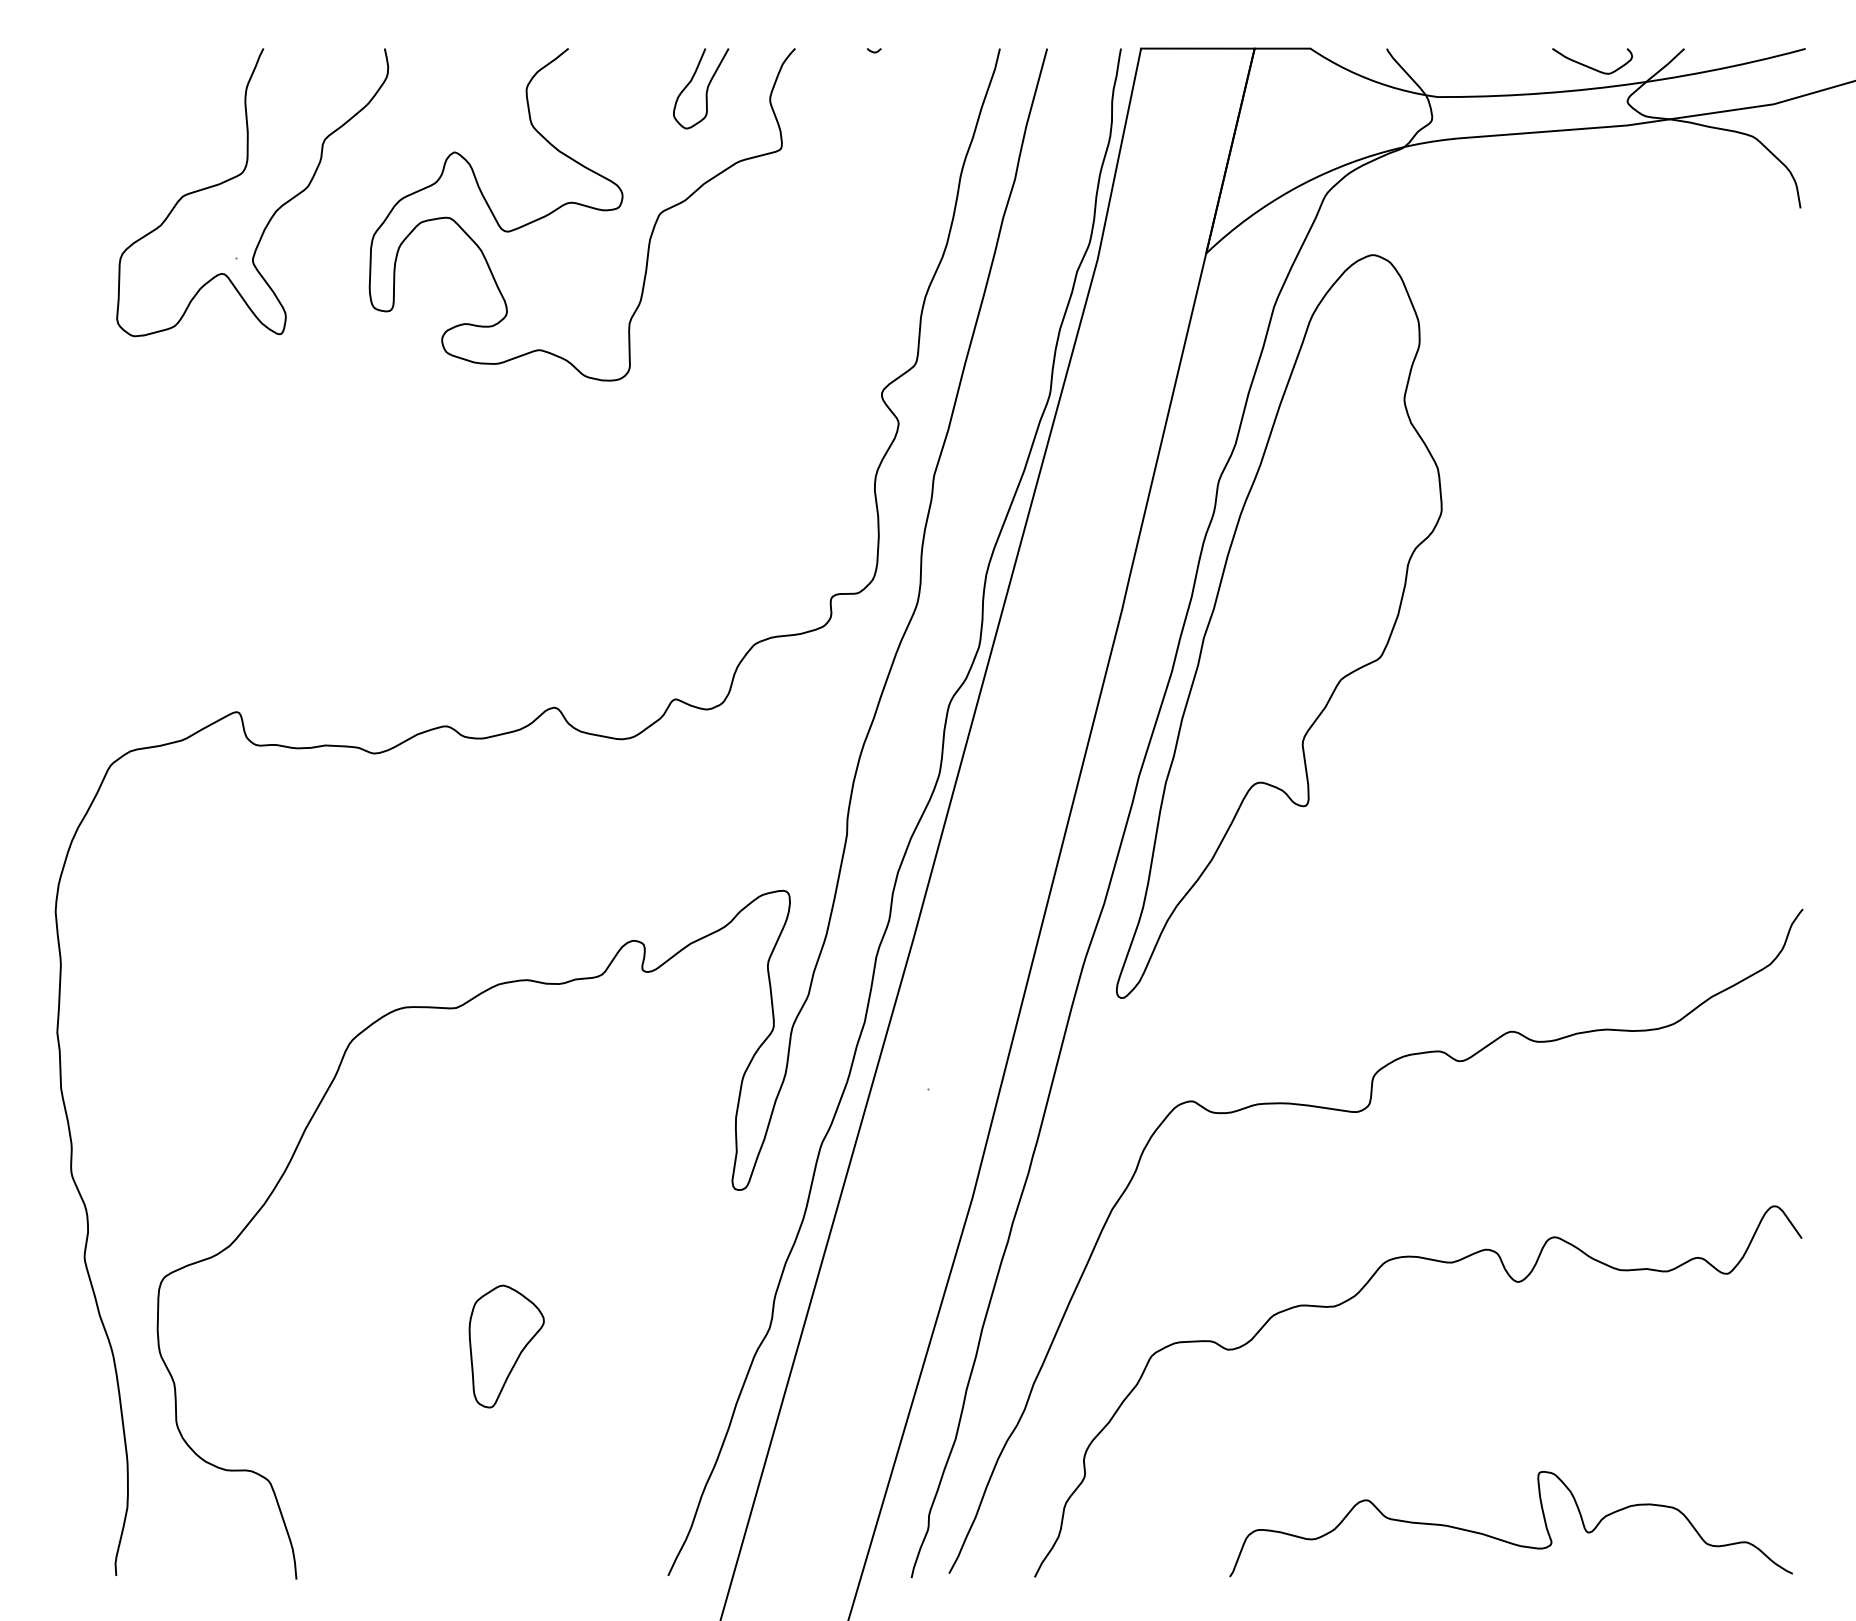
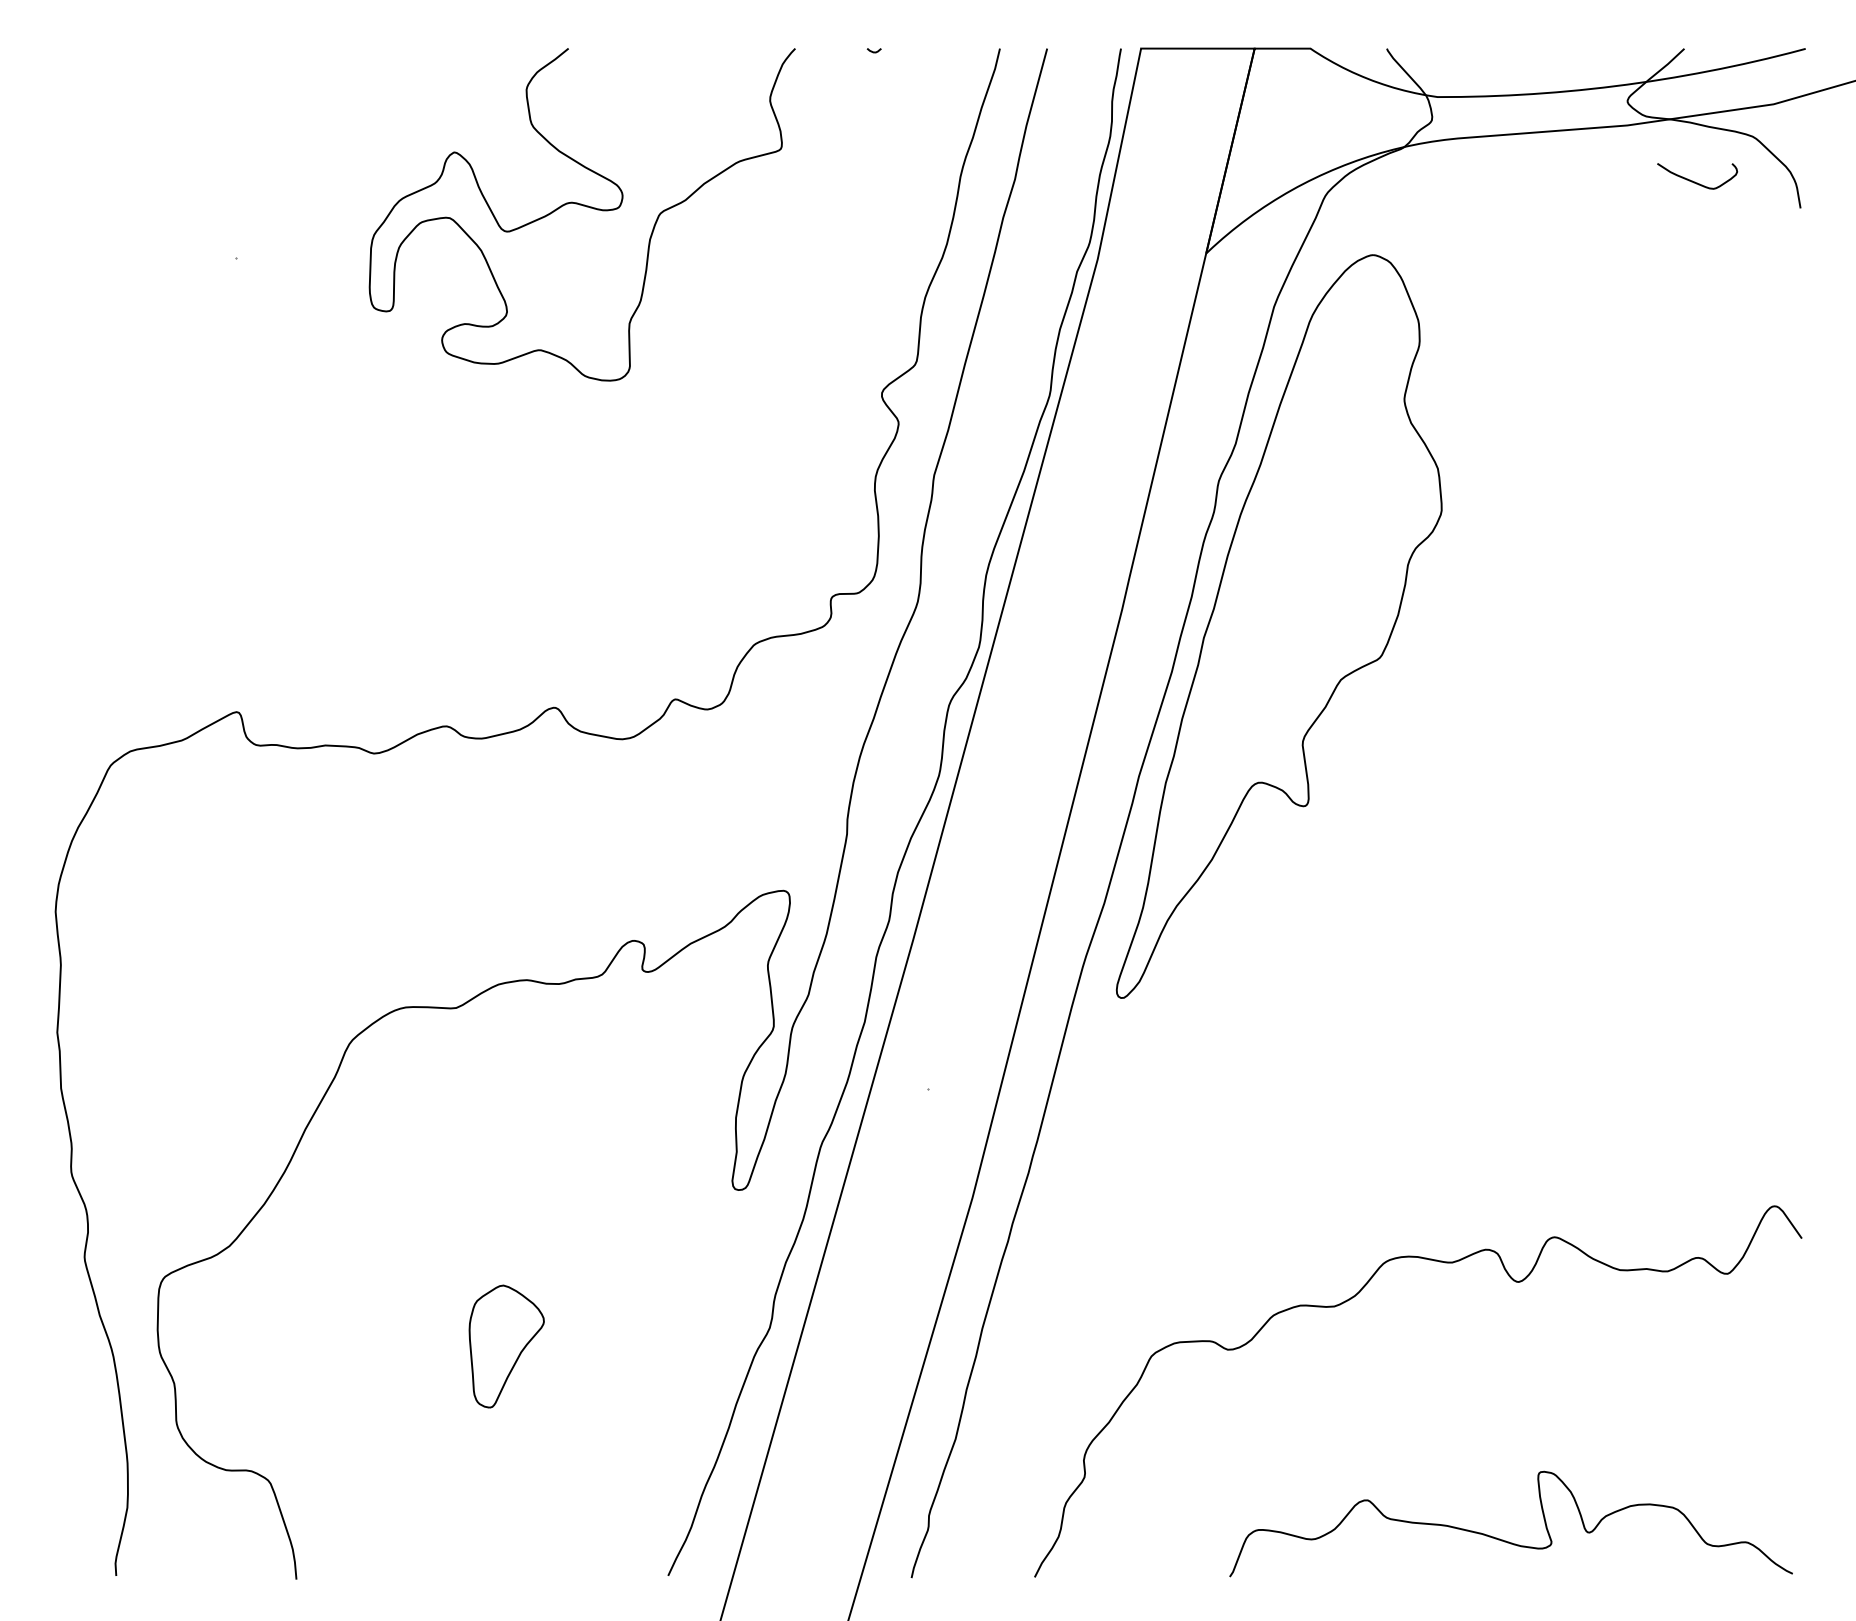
curve at (1590, 66) position: (1590, 66) -> (1695, 181)
curve at (706, 88): present -> none
curve at (240, 175): present -> none
curve at (1359, 1112): present -> none
